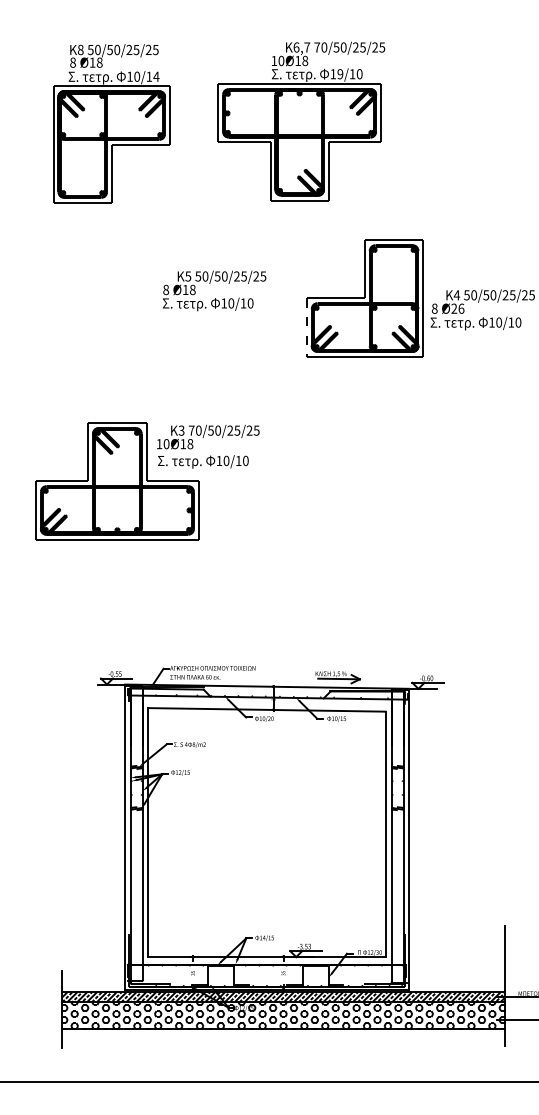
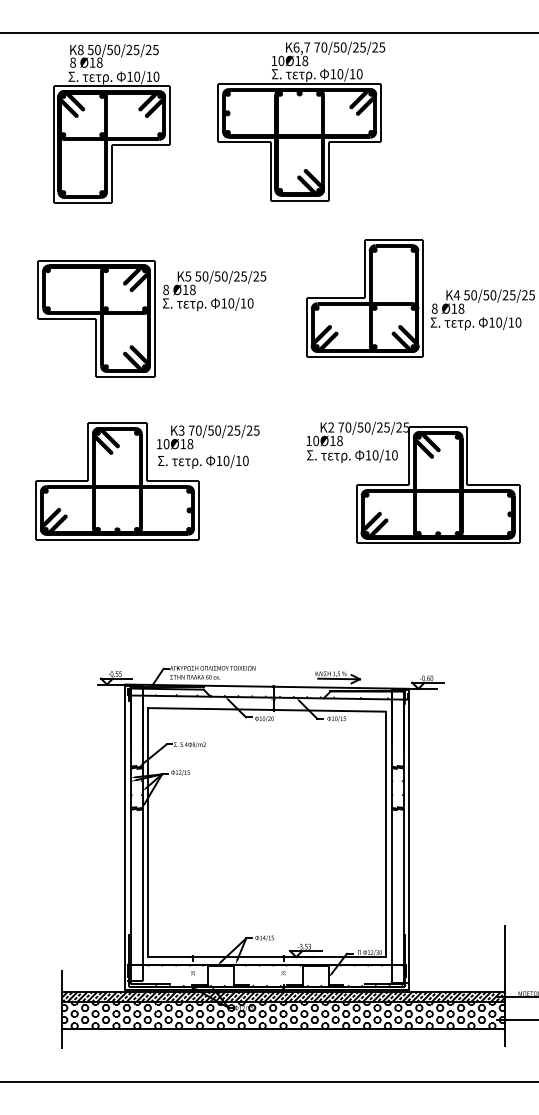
line at (268, 33): none -> present
text at (340, 74): 19/10 -> 10/10
text at (156, 76): 10/14 -> 10/10
text at (457, 308): Ø26 -> Ø18
part at (96, 318): none -> present
line at (306, 328): dashed -> solid
part at (413, 482): none -> present
